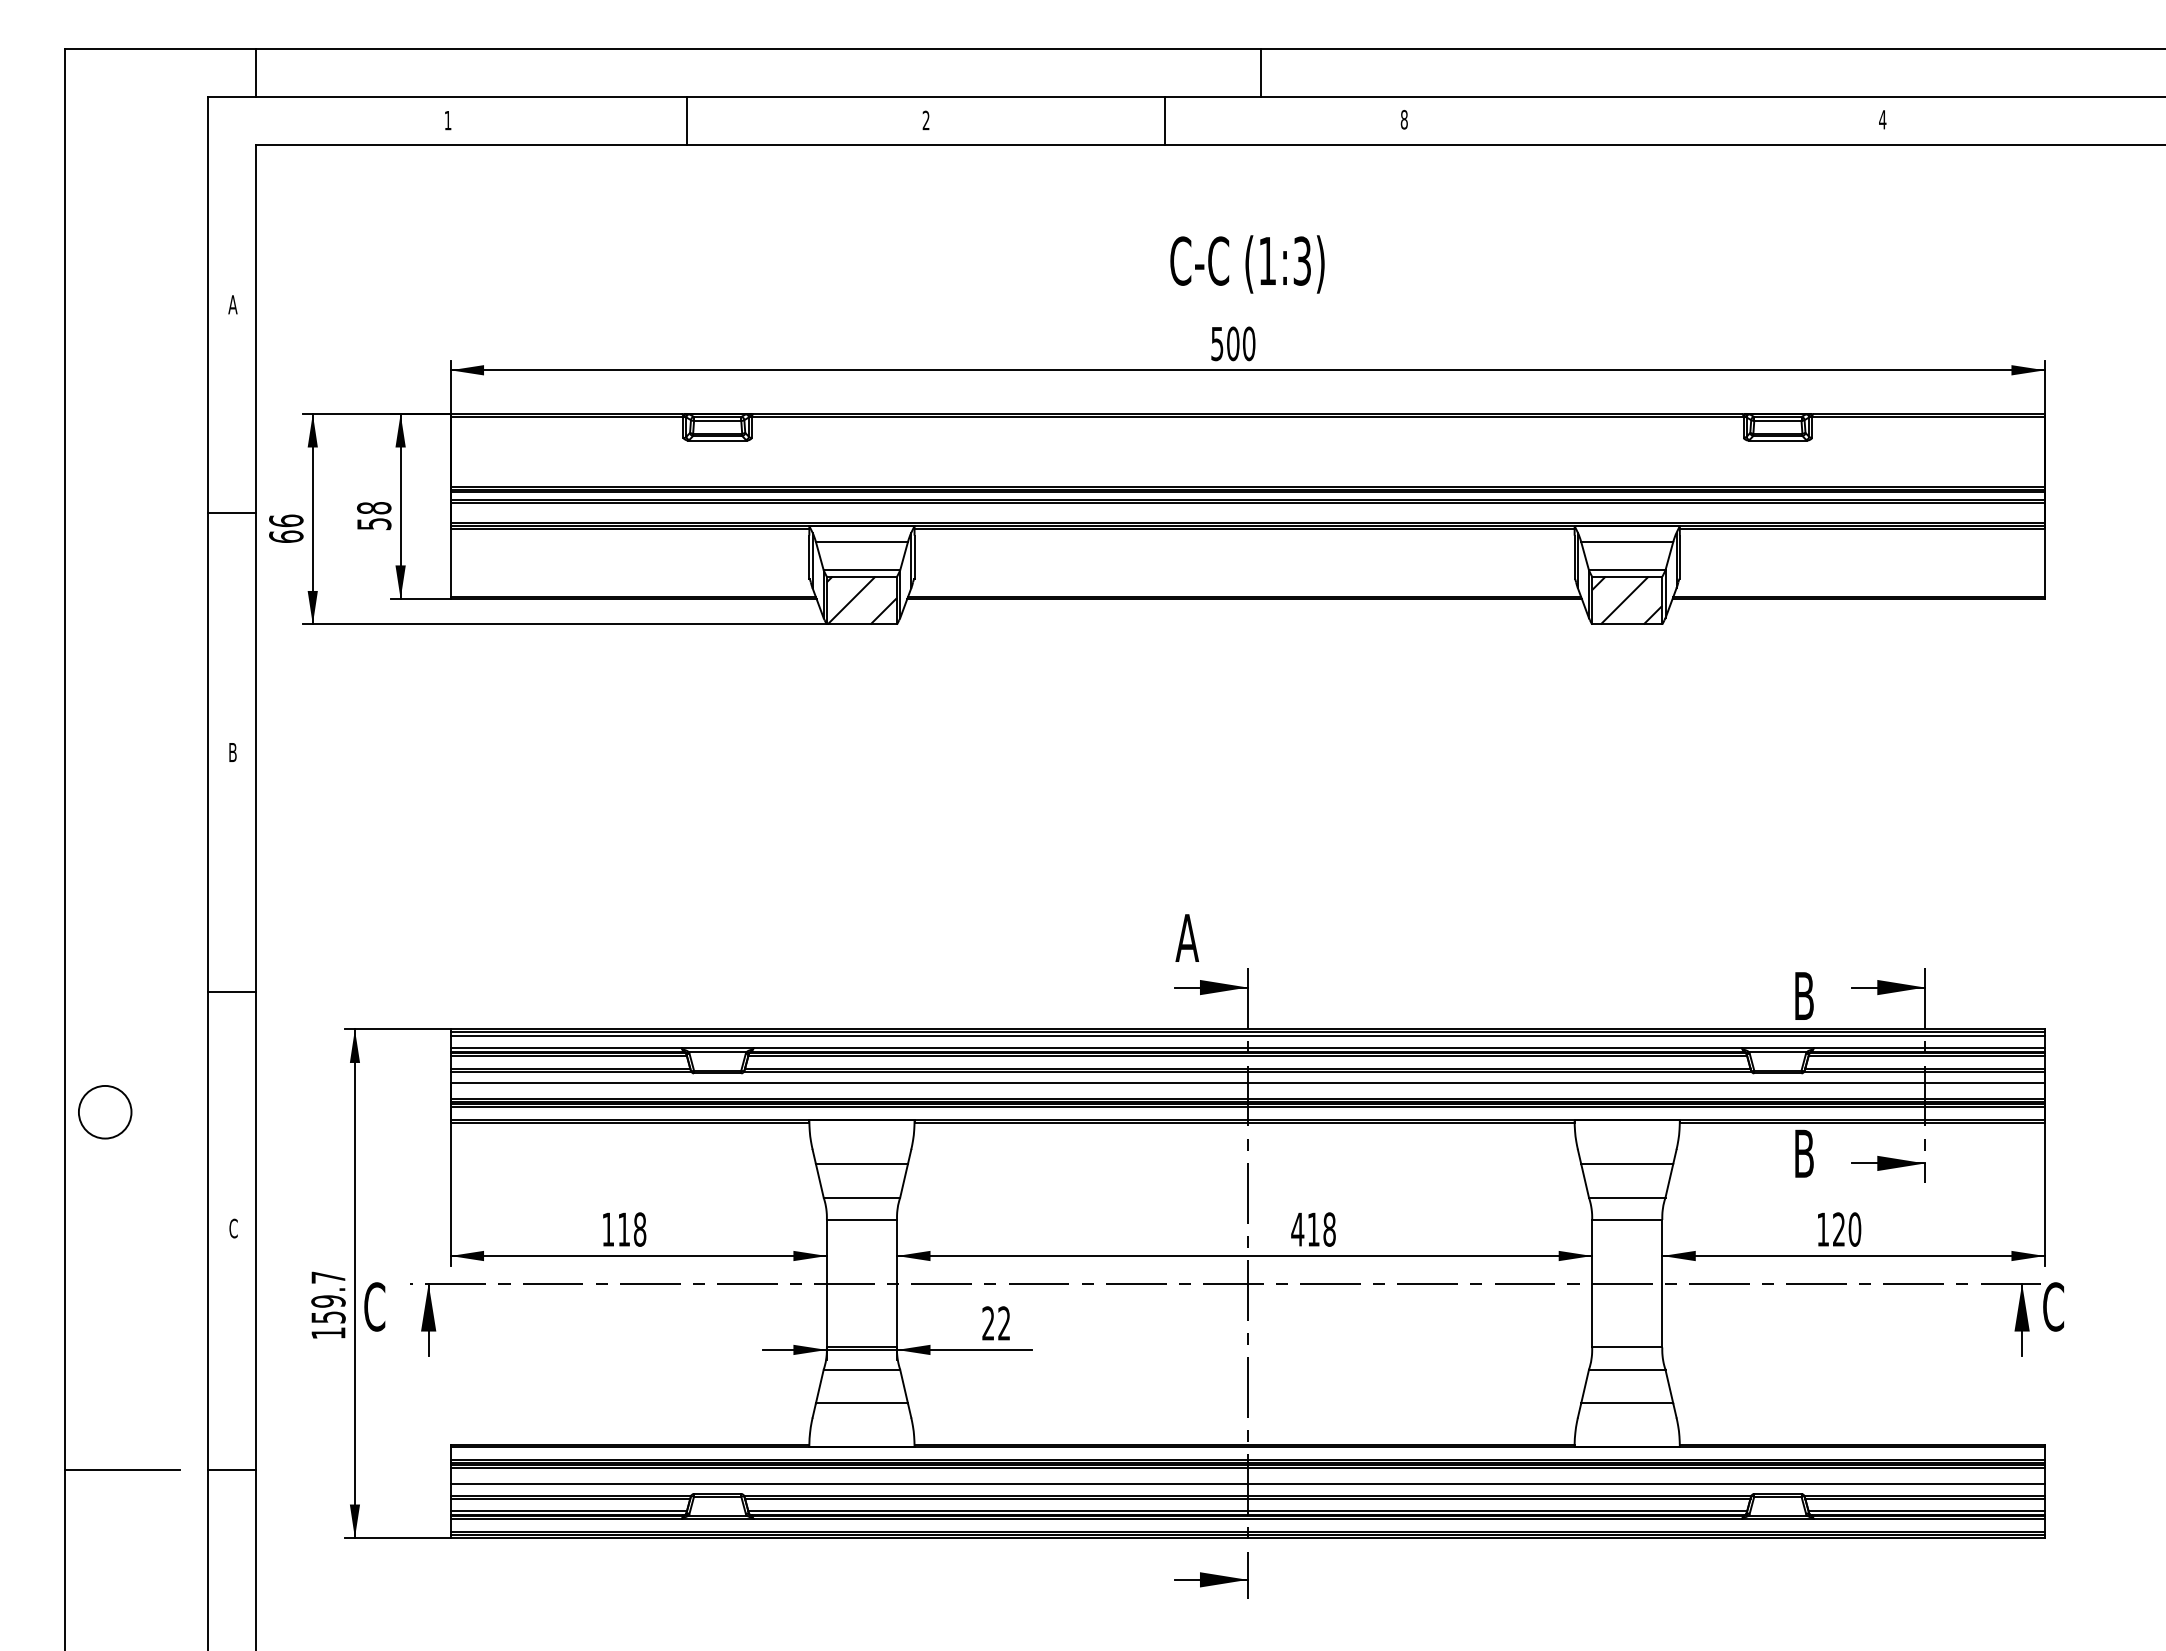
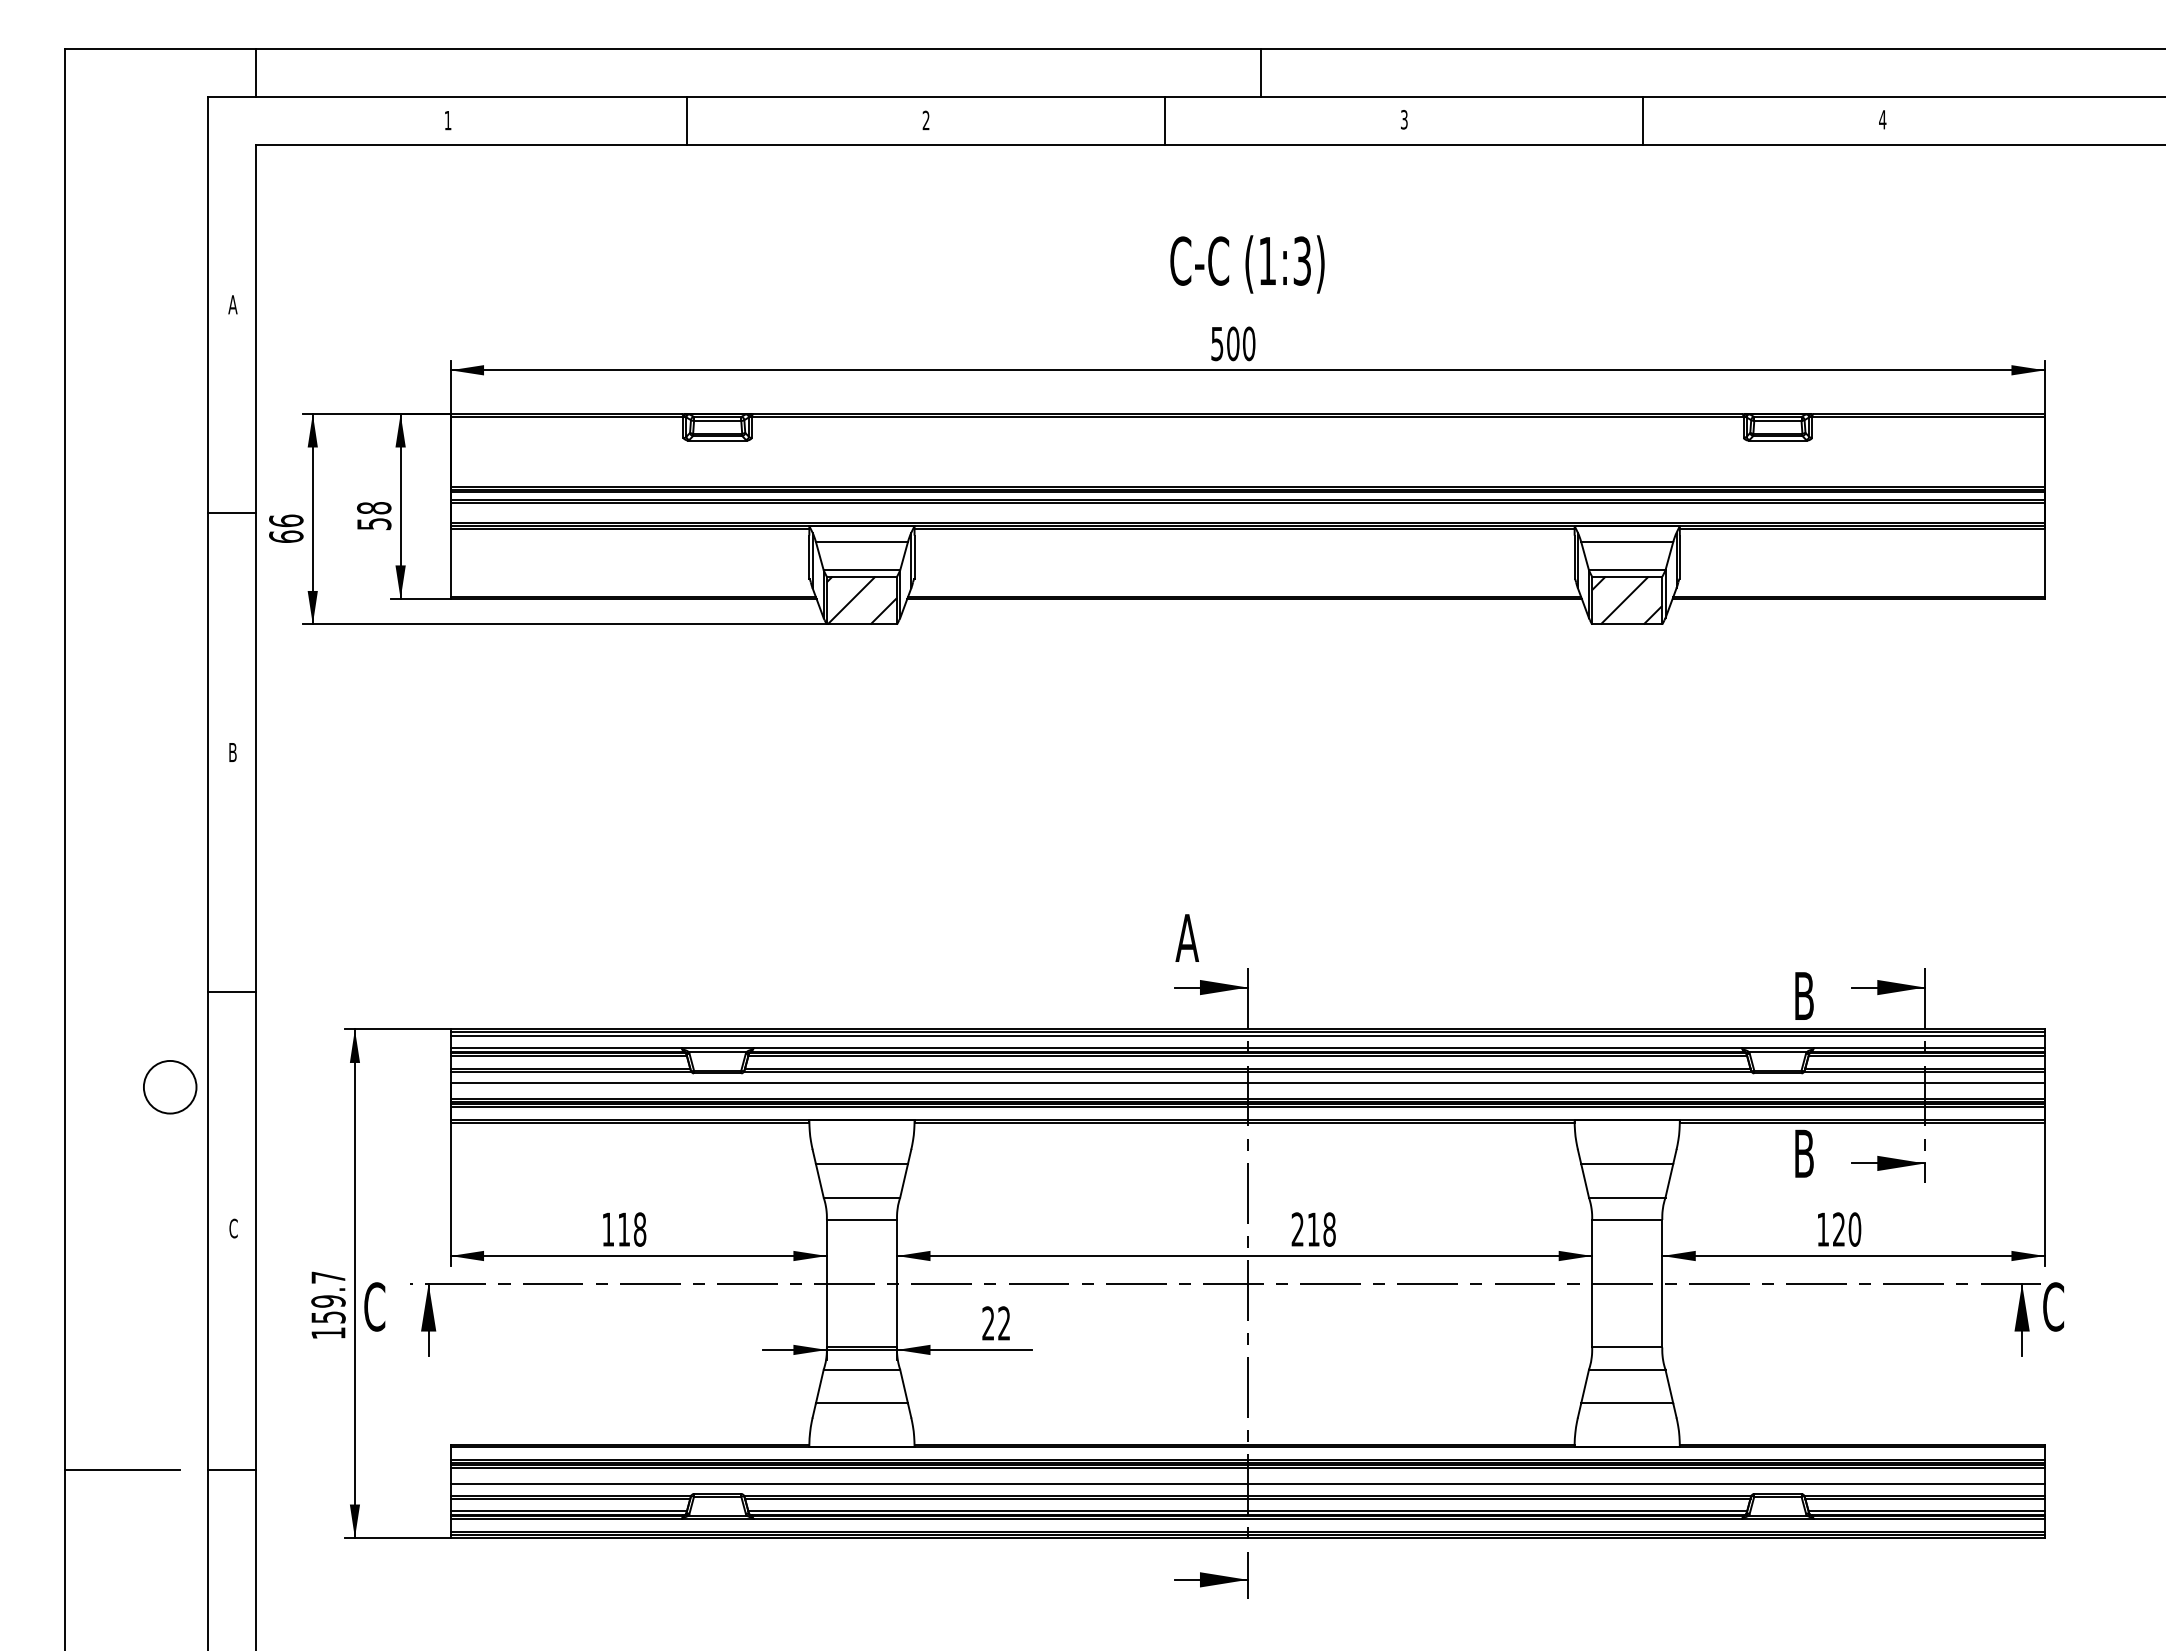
text at (1403, 119): 8 -> 3
line at (1643, 121): none -> present
circle at (105, 1112) position: (105, 1112) -> (170, 1087)
text at (1297, 1229): 418 -> 218
